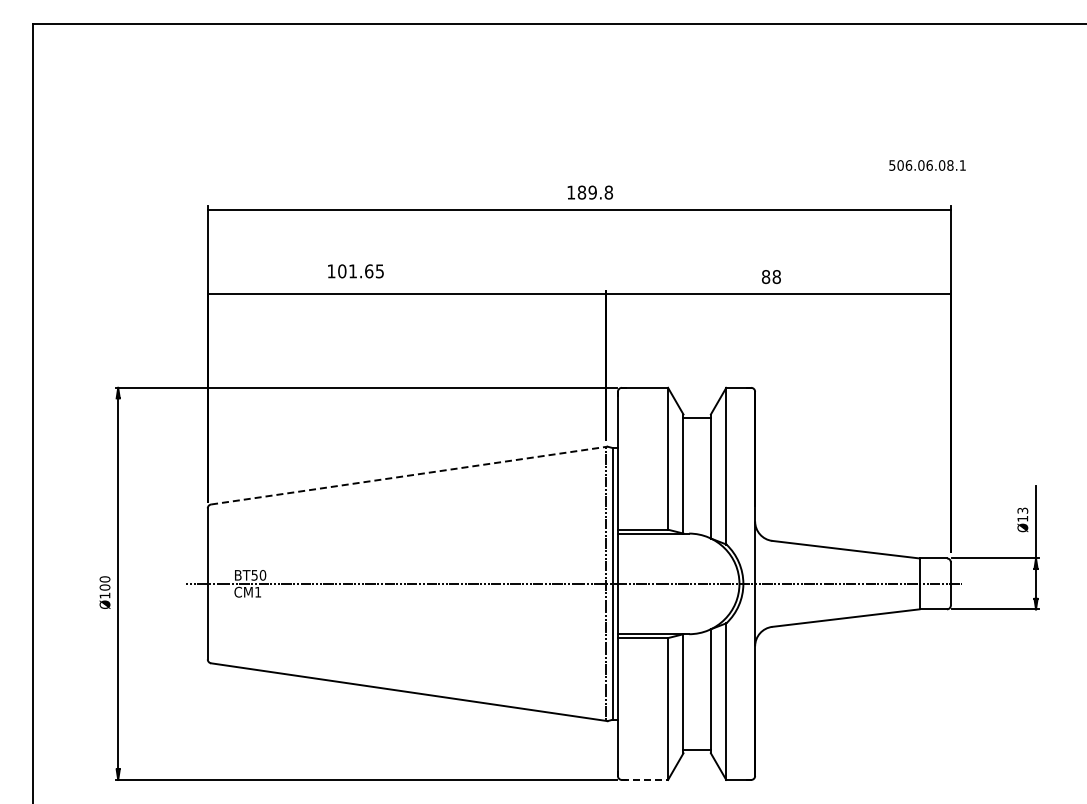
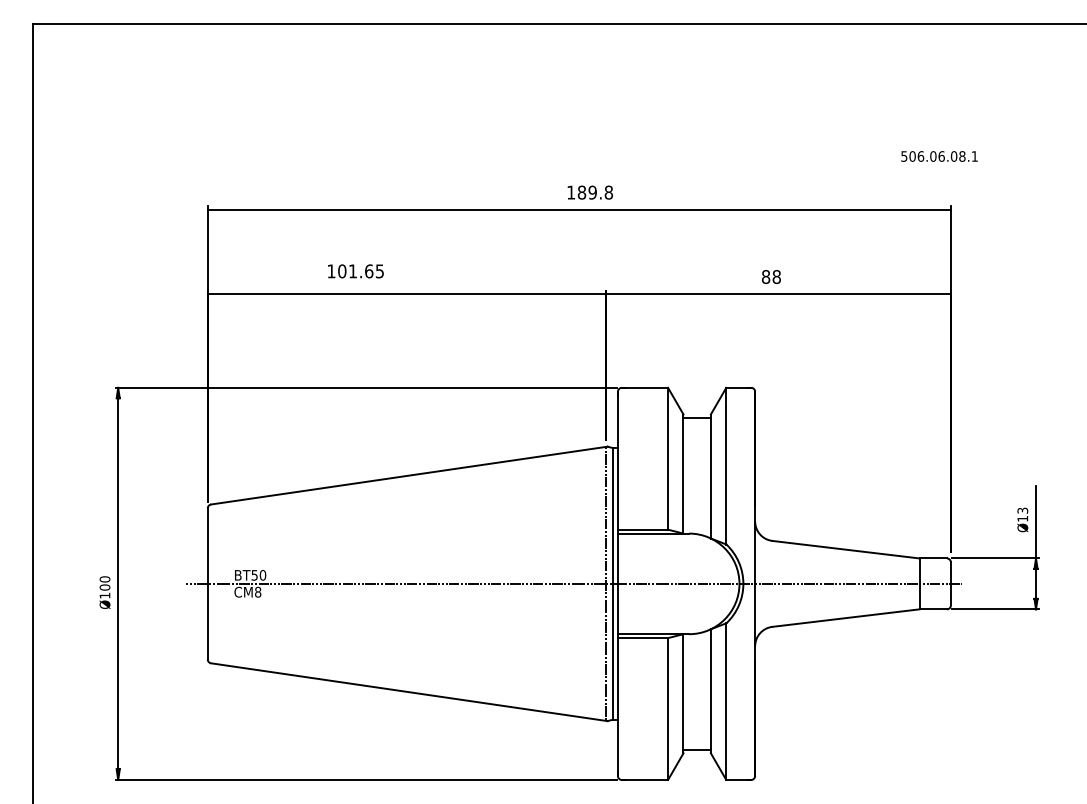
text at (927, 165) position: (927, 165) -> (939, 156)
line at (409, 475): dashed -> solid
text at (258, 591): CM1 -> CM8
line at (645, 779): dashed -> solid
